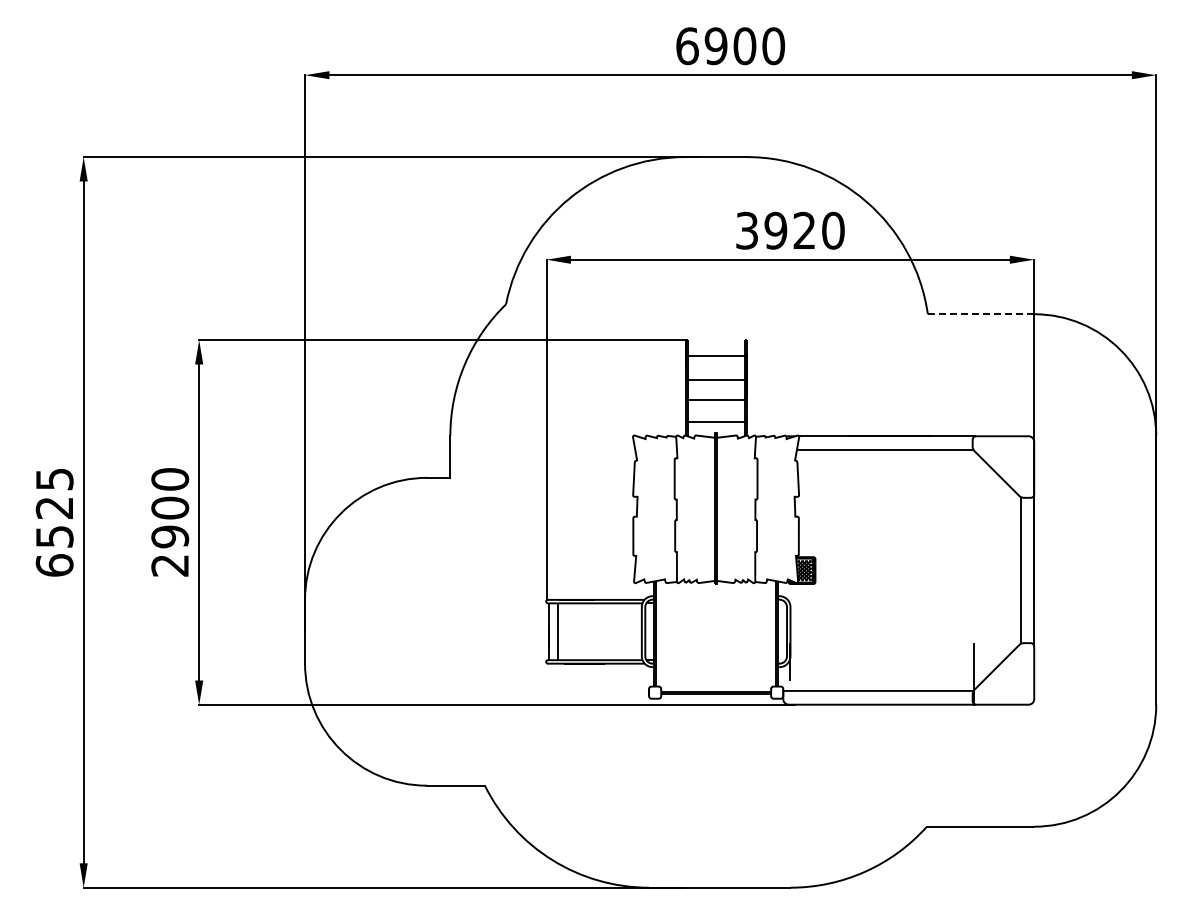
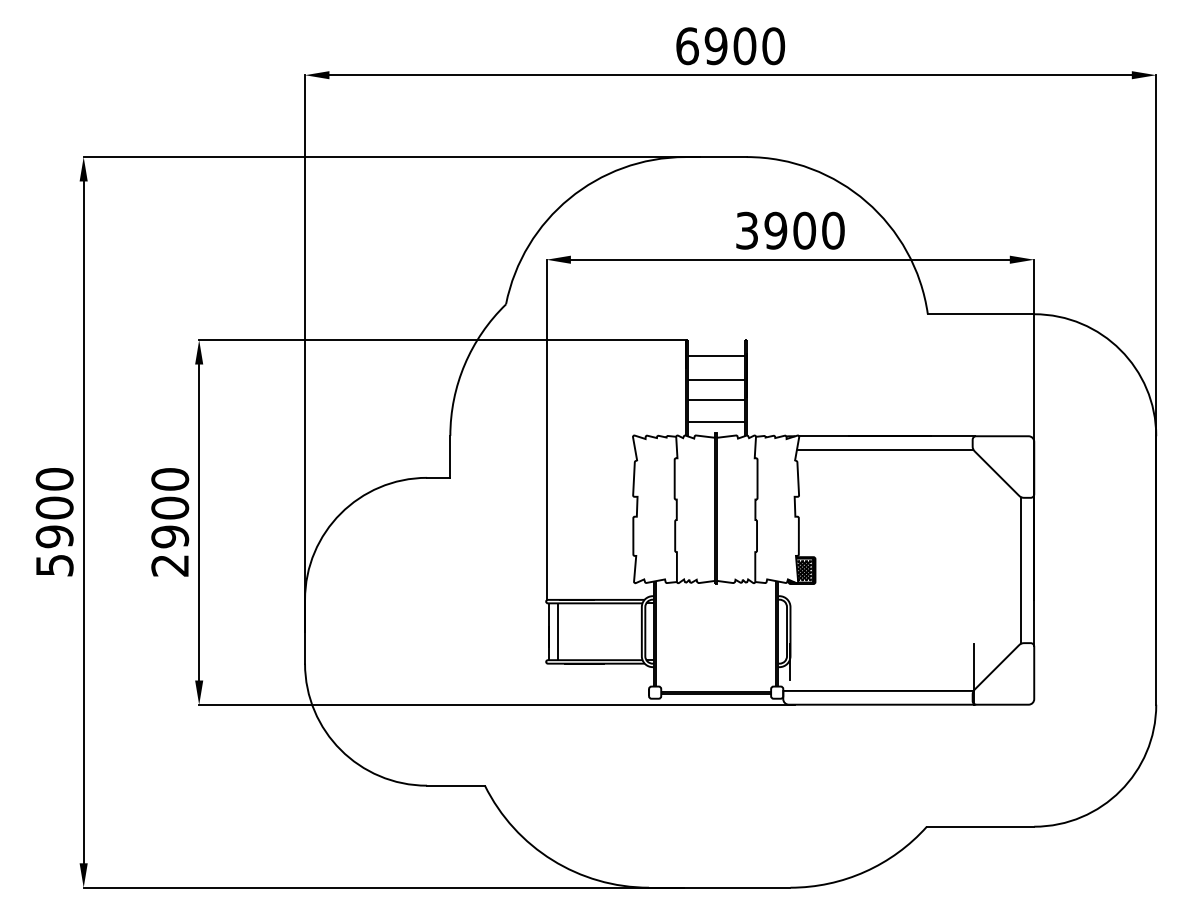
text at (804, 230): 3920 -> 3900
line at (981, 314): dashed -> solid
text at (54, 522): 6525 -> 5900
